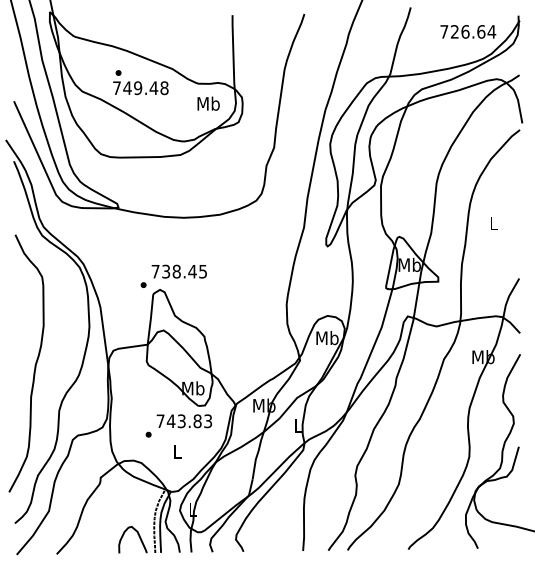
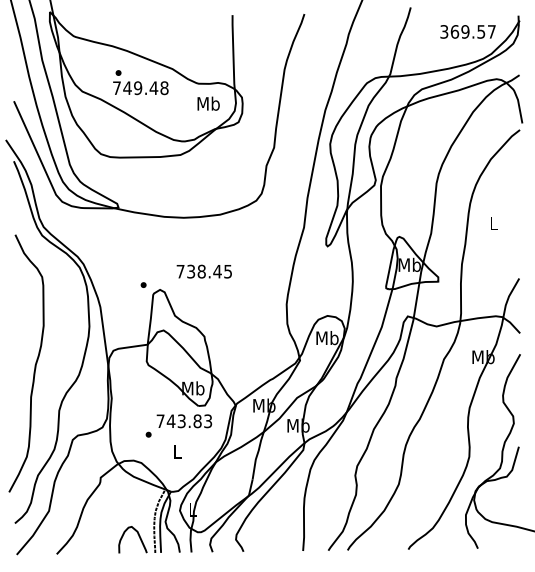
text at (468, 31): 726.64 -> 369.57
text at (178, 271) position: (178, 271) -> (203, 271)
text at (298, 425): L -> Mb
